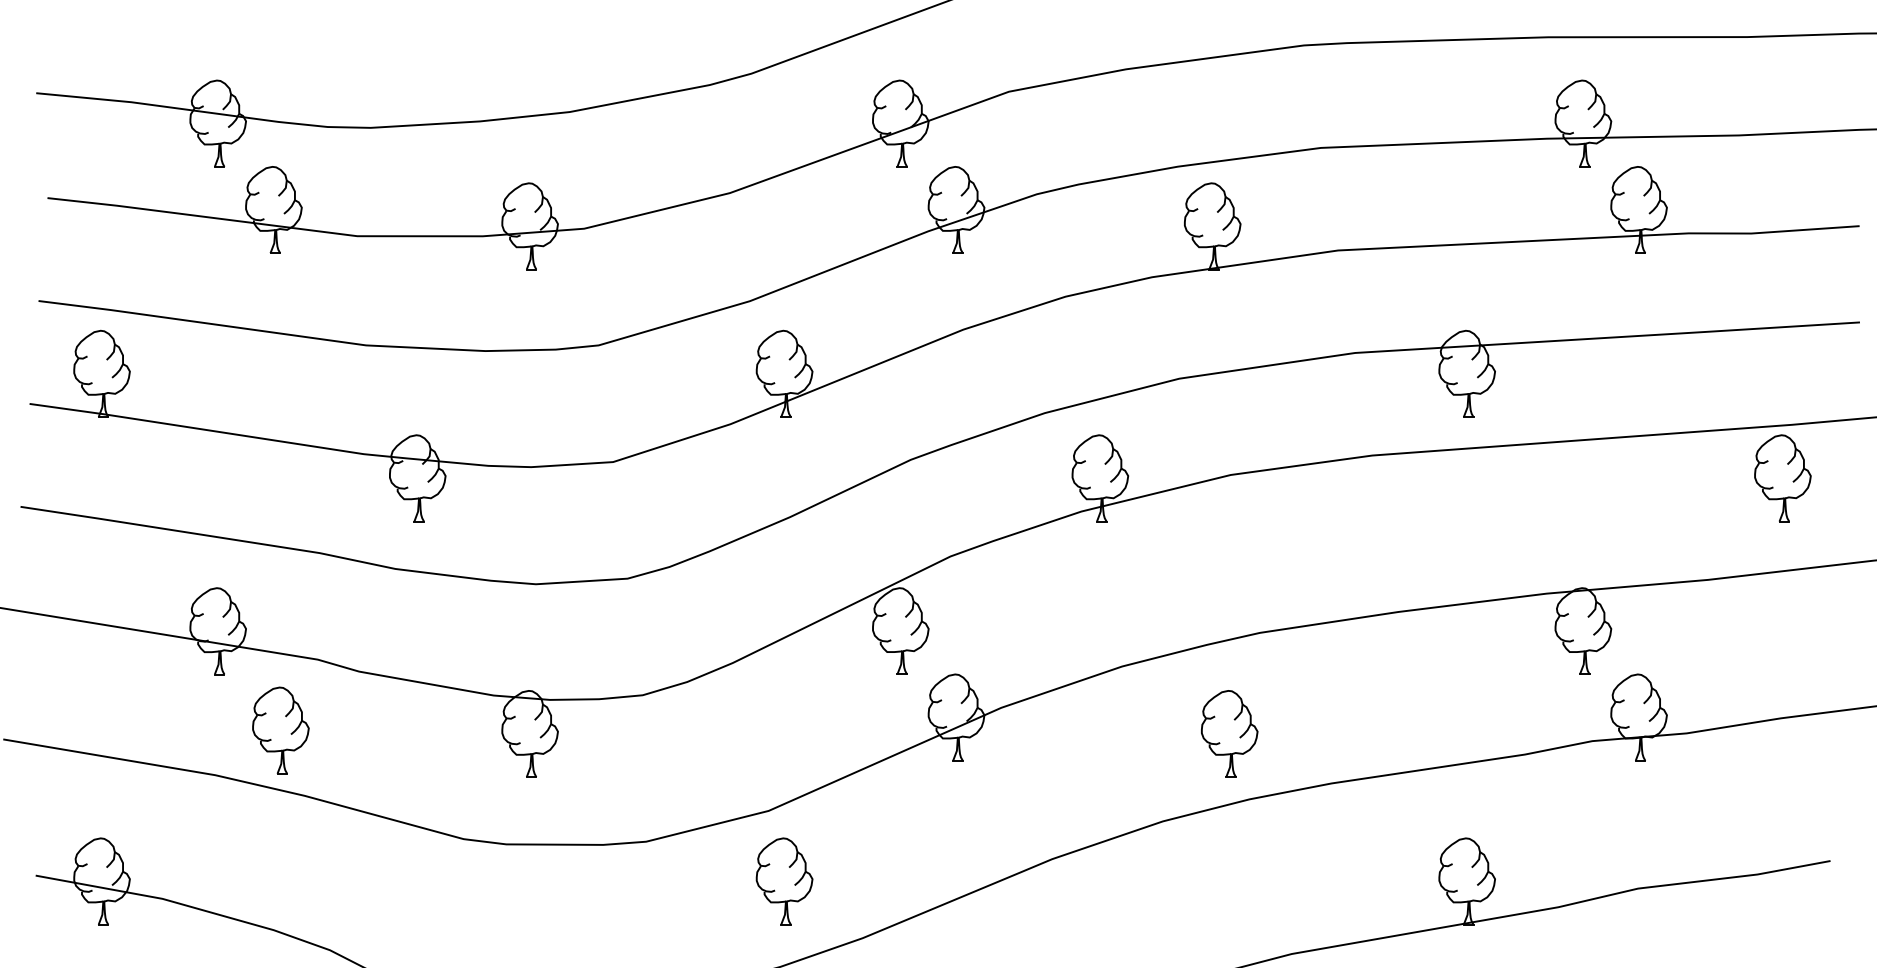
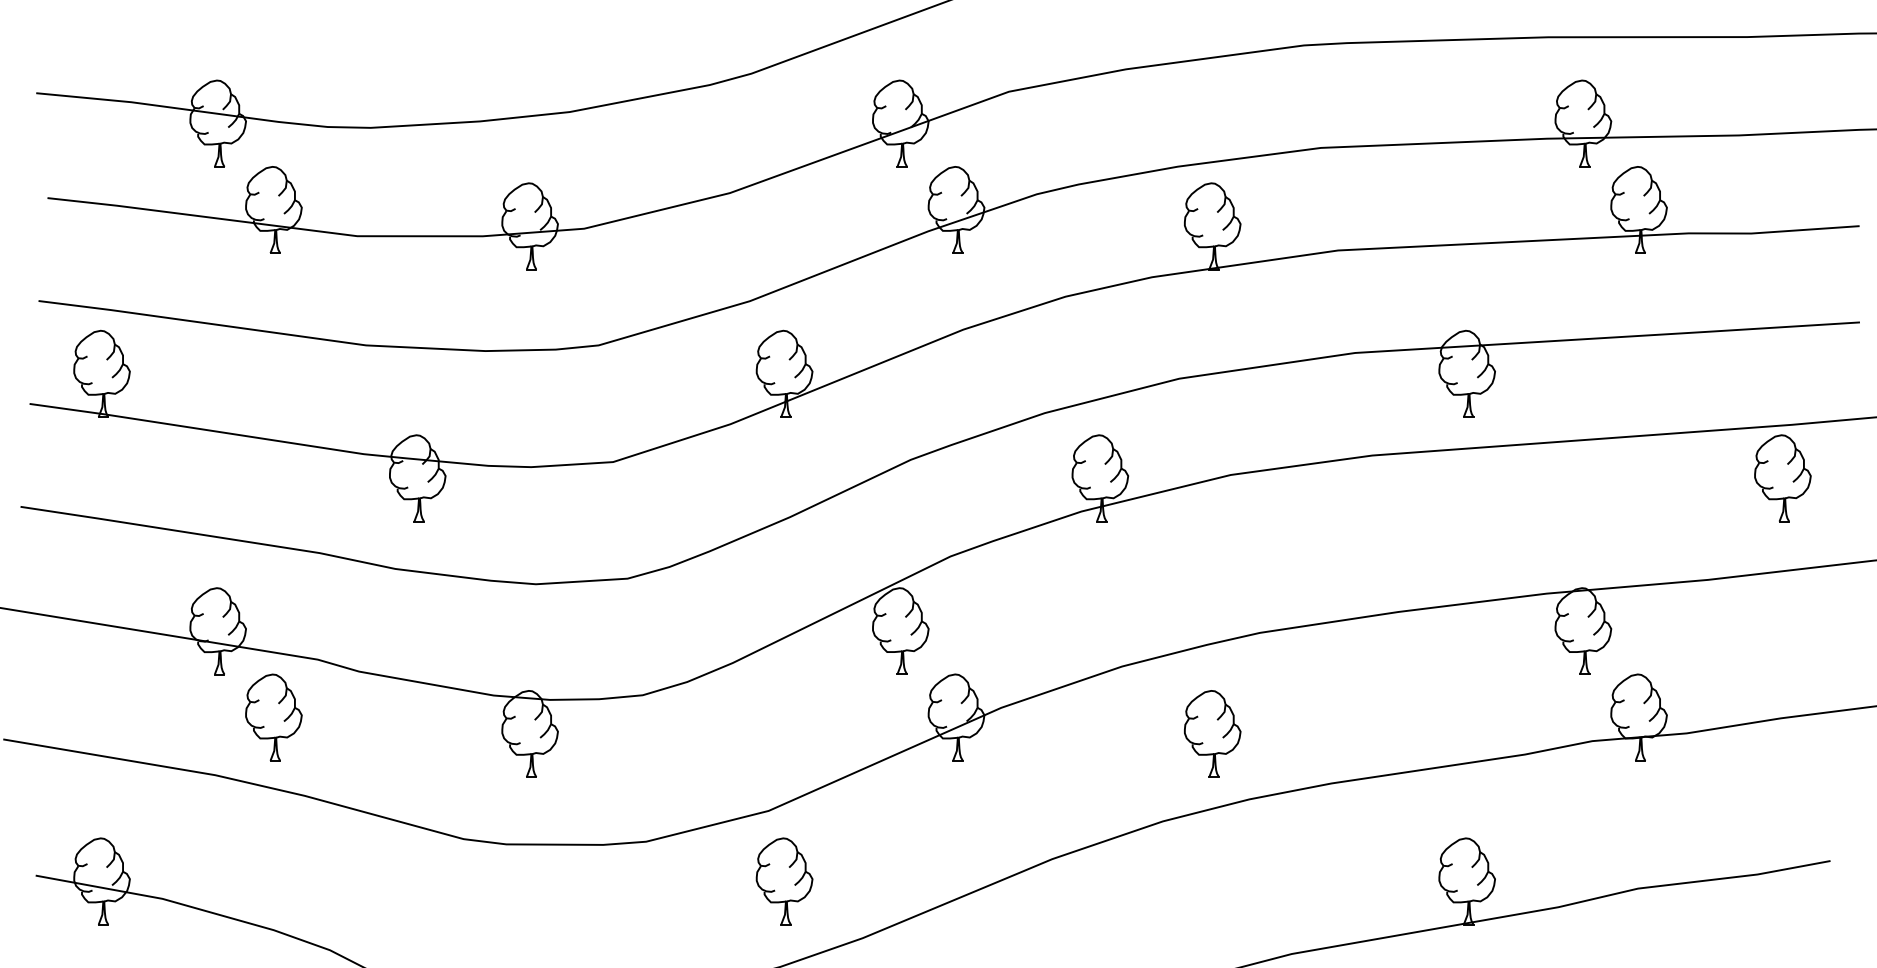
part at (280, 730) position: (280, 730) -> (273, 717)
part at (1229, 733) position: (1229, 733) -> (1212, 733)
